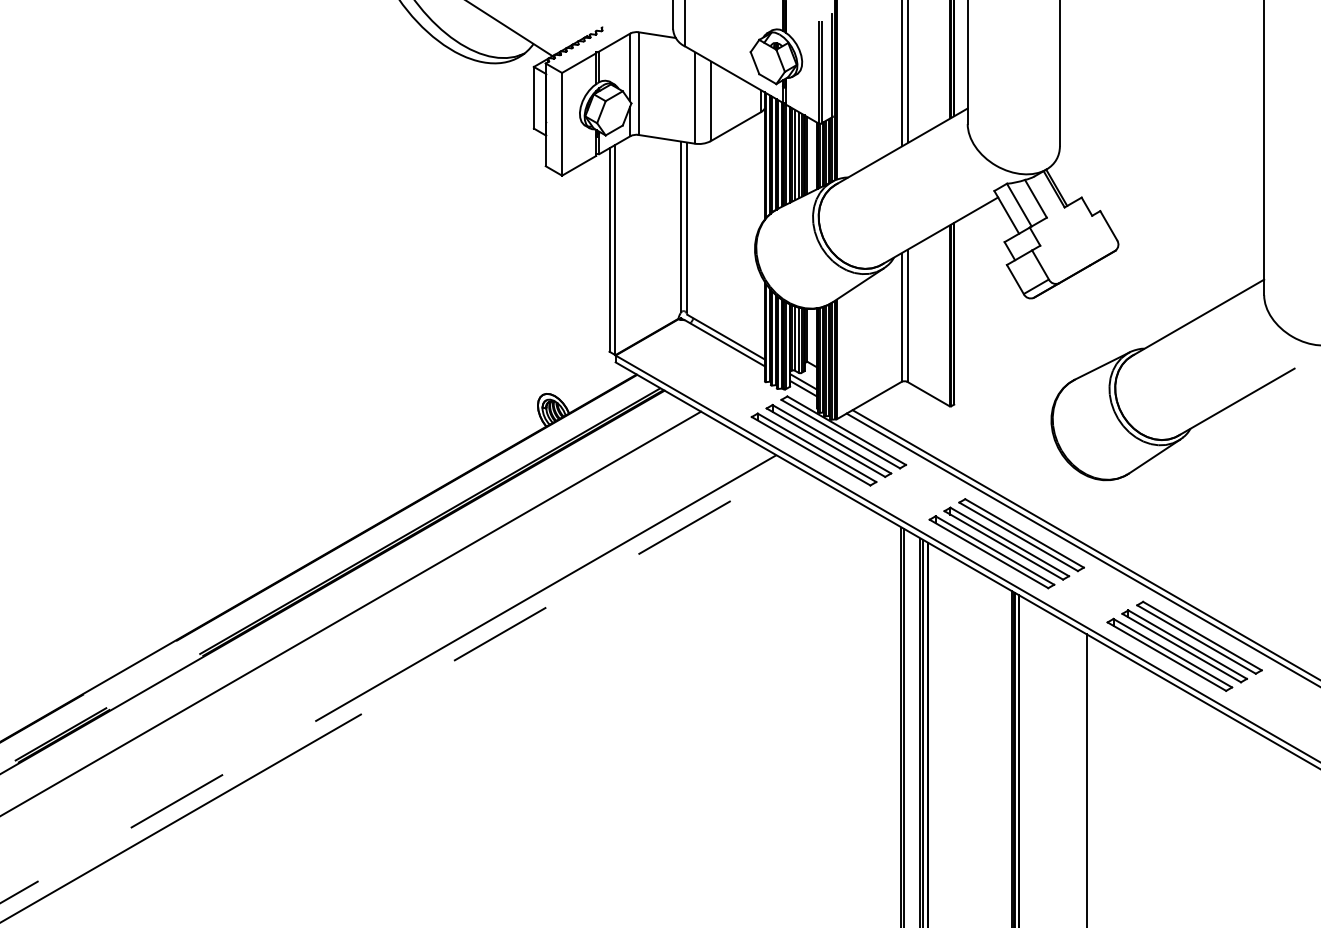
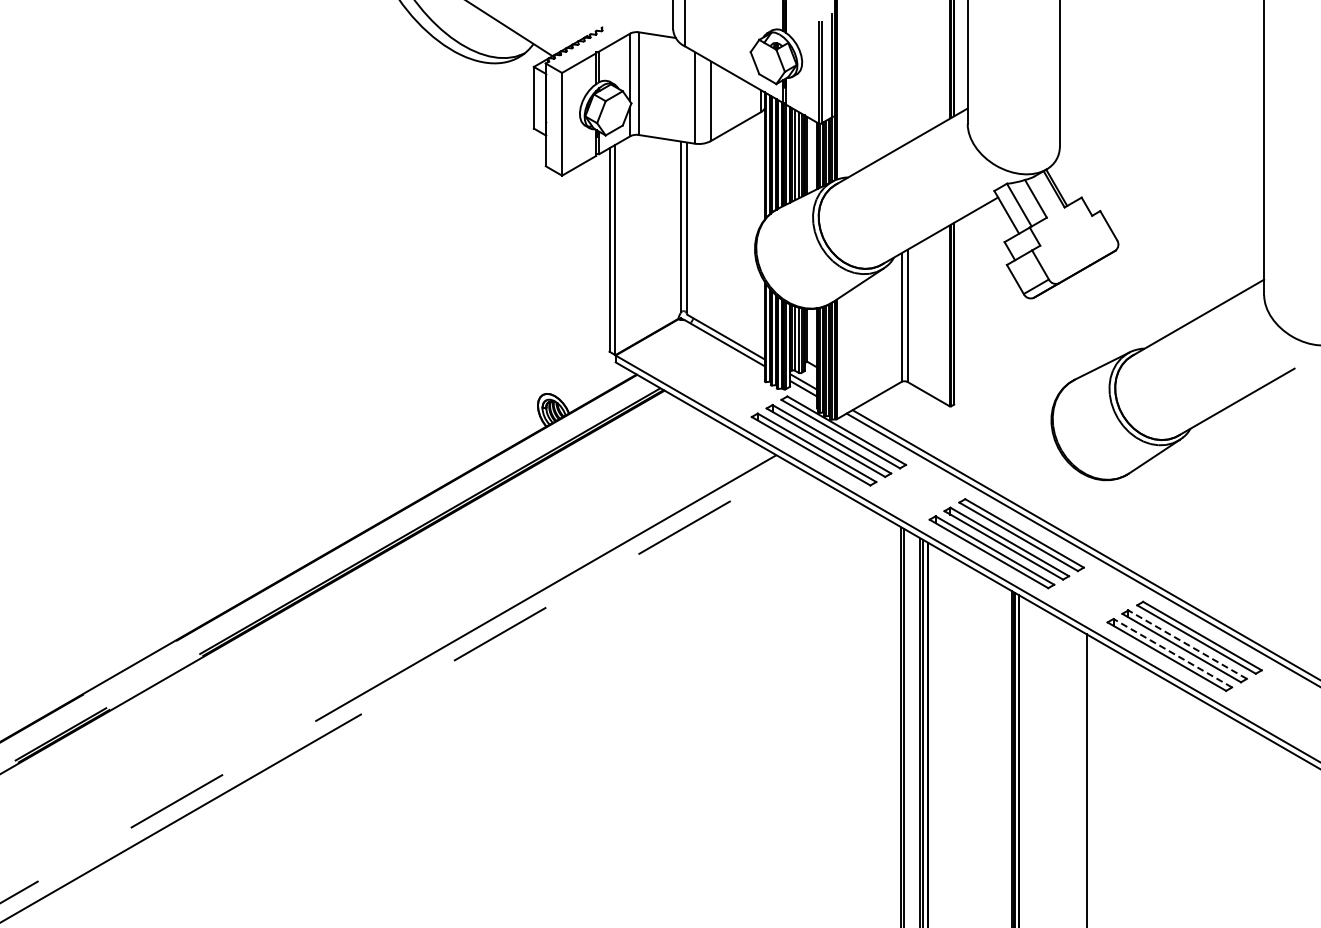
line at (907, 72): present -> none
line at (901, 74): present -> none
line at (351, 612): present -> none
line at (1187, 644): solid -> dashed
line at (1172, 652): solid -> dashed
